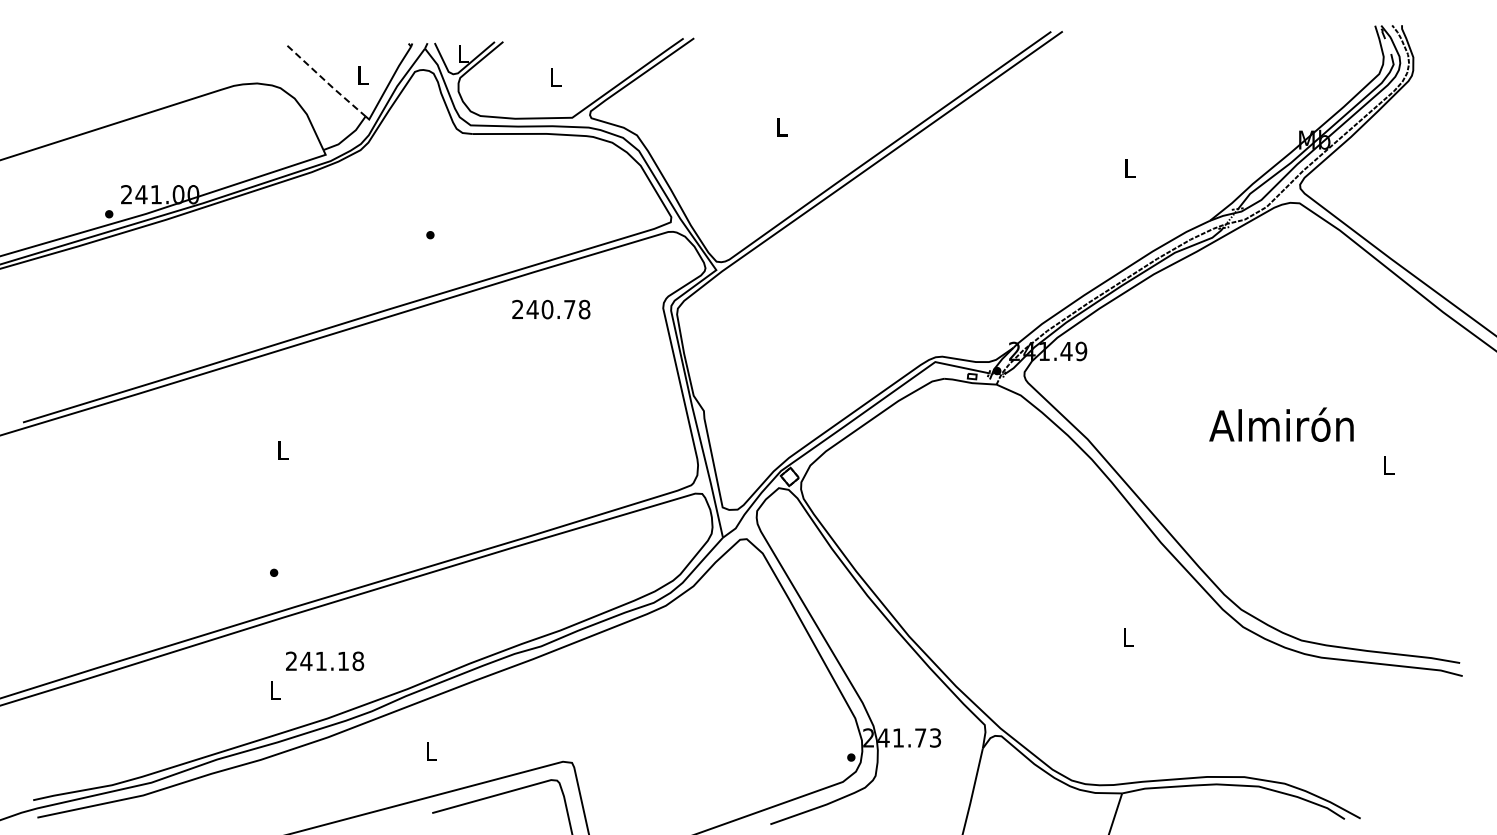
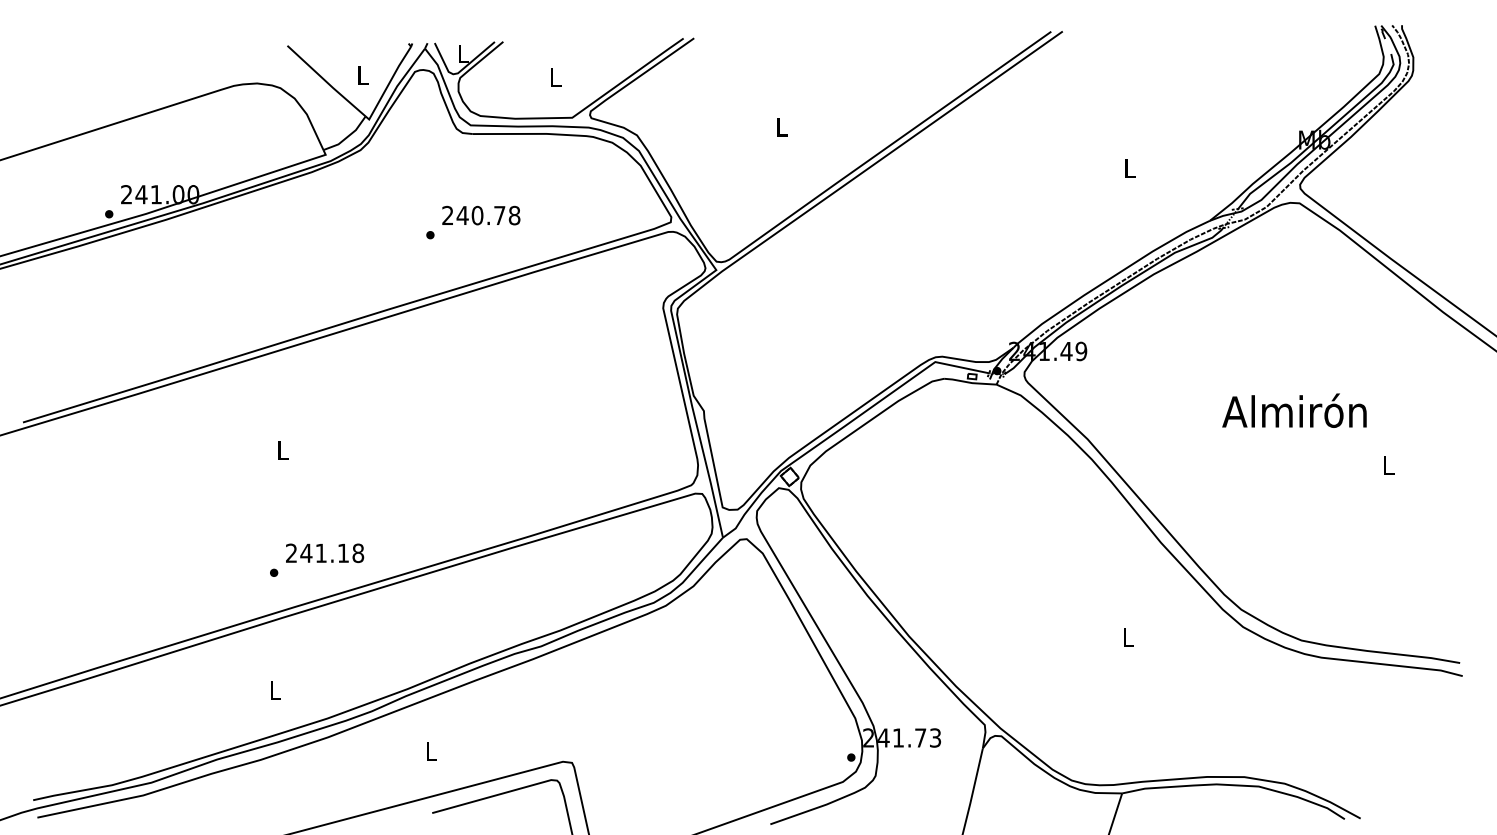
line at (326, 82): dashed -> solid
text at (551, 309) position: (551, 309) -> (481, 215)
text at (1281, 424) position: (1281, 424) -> (1294, 410)
text at (325, 660) position: (325, 660) -> (325, 552)
